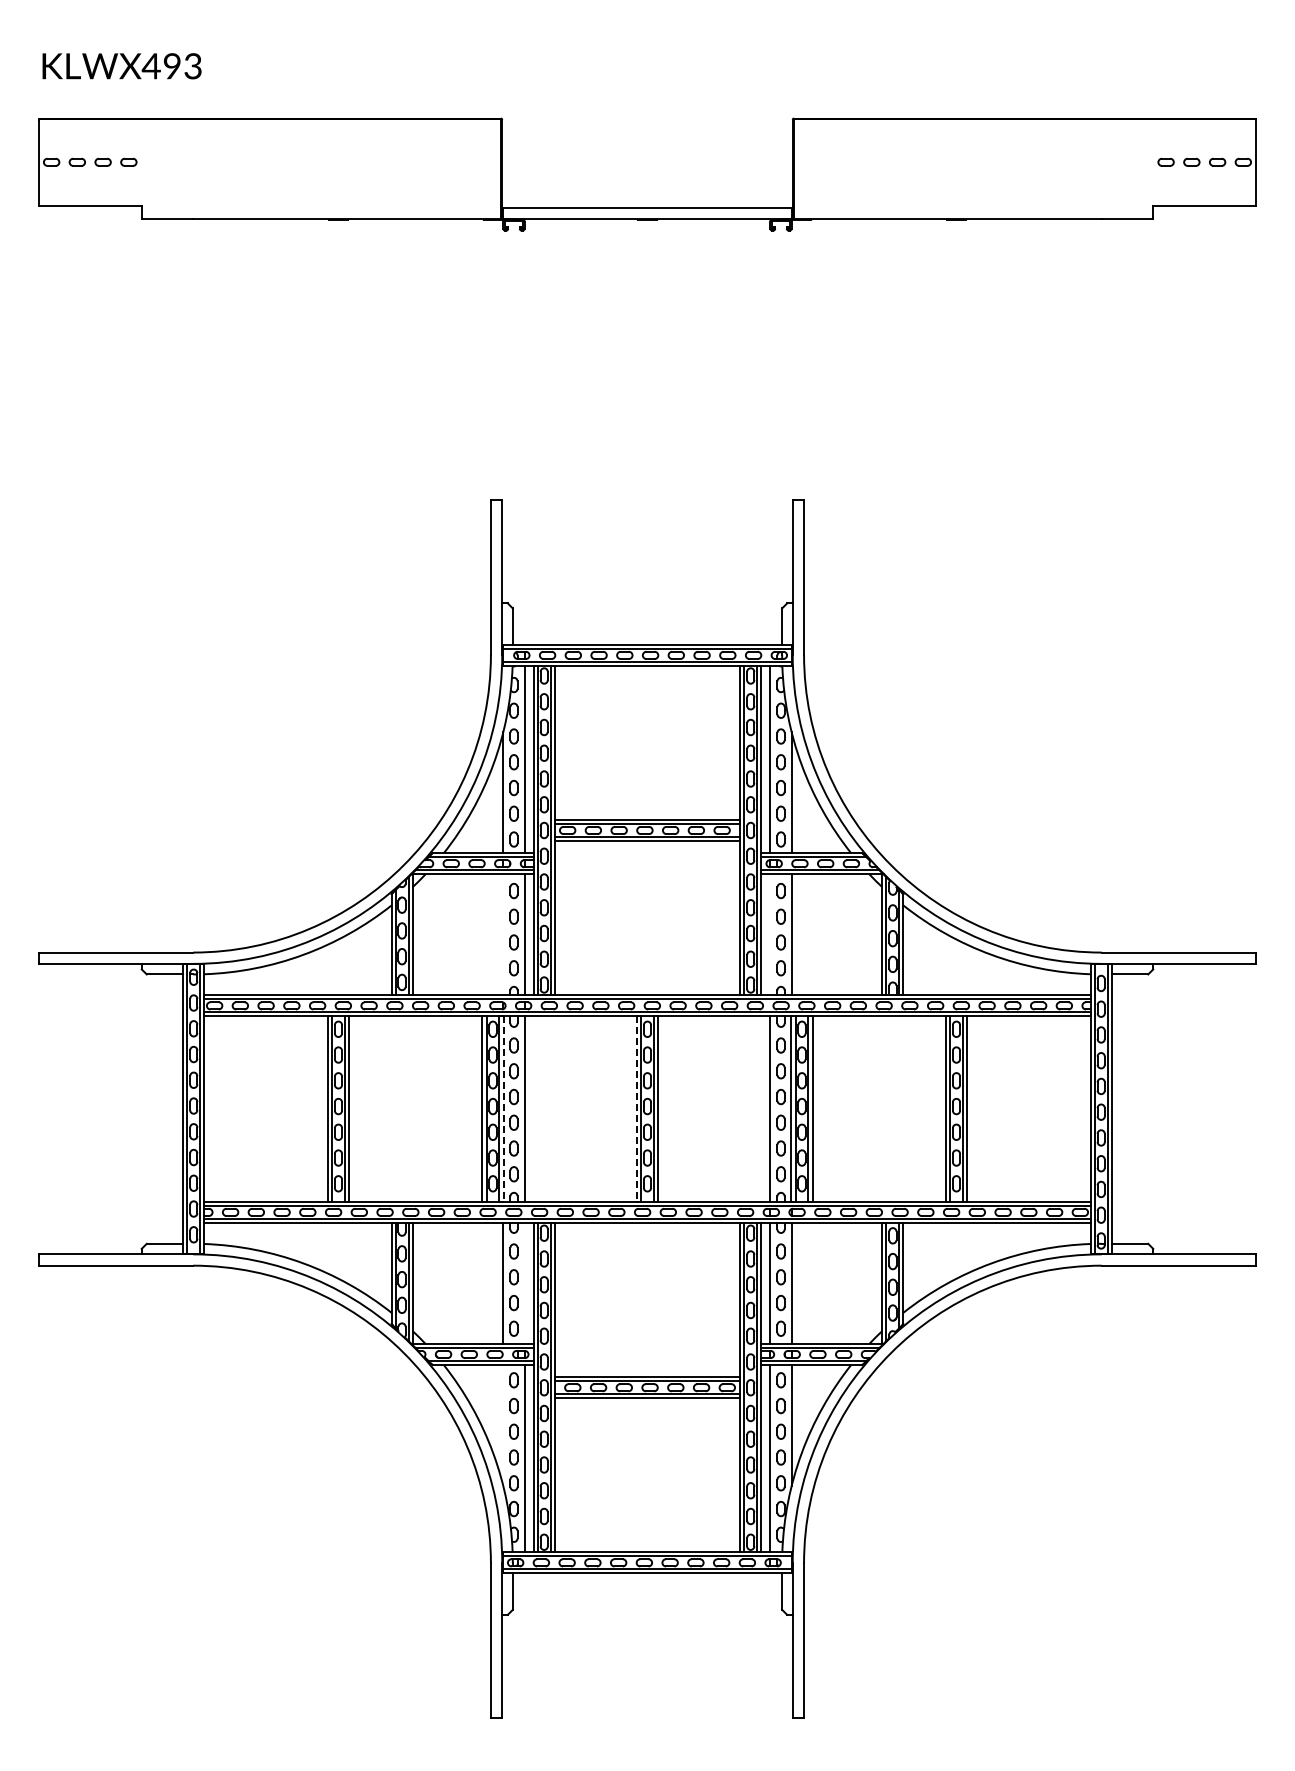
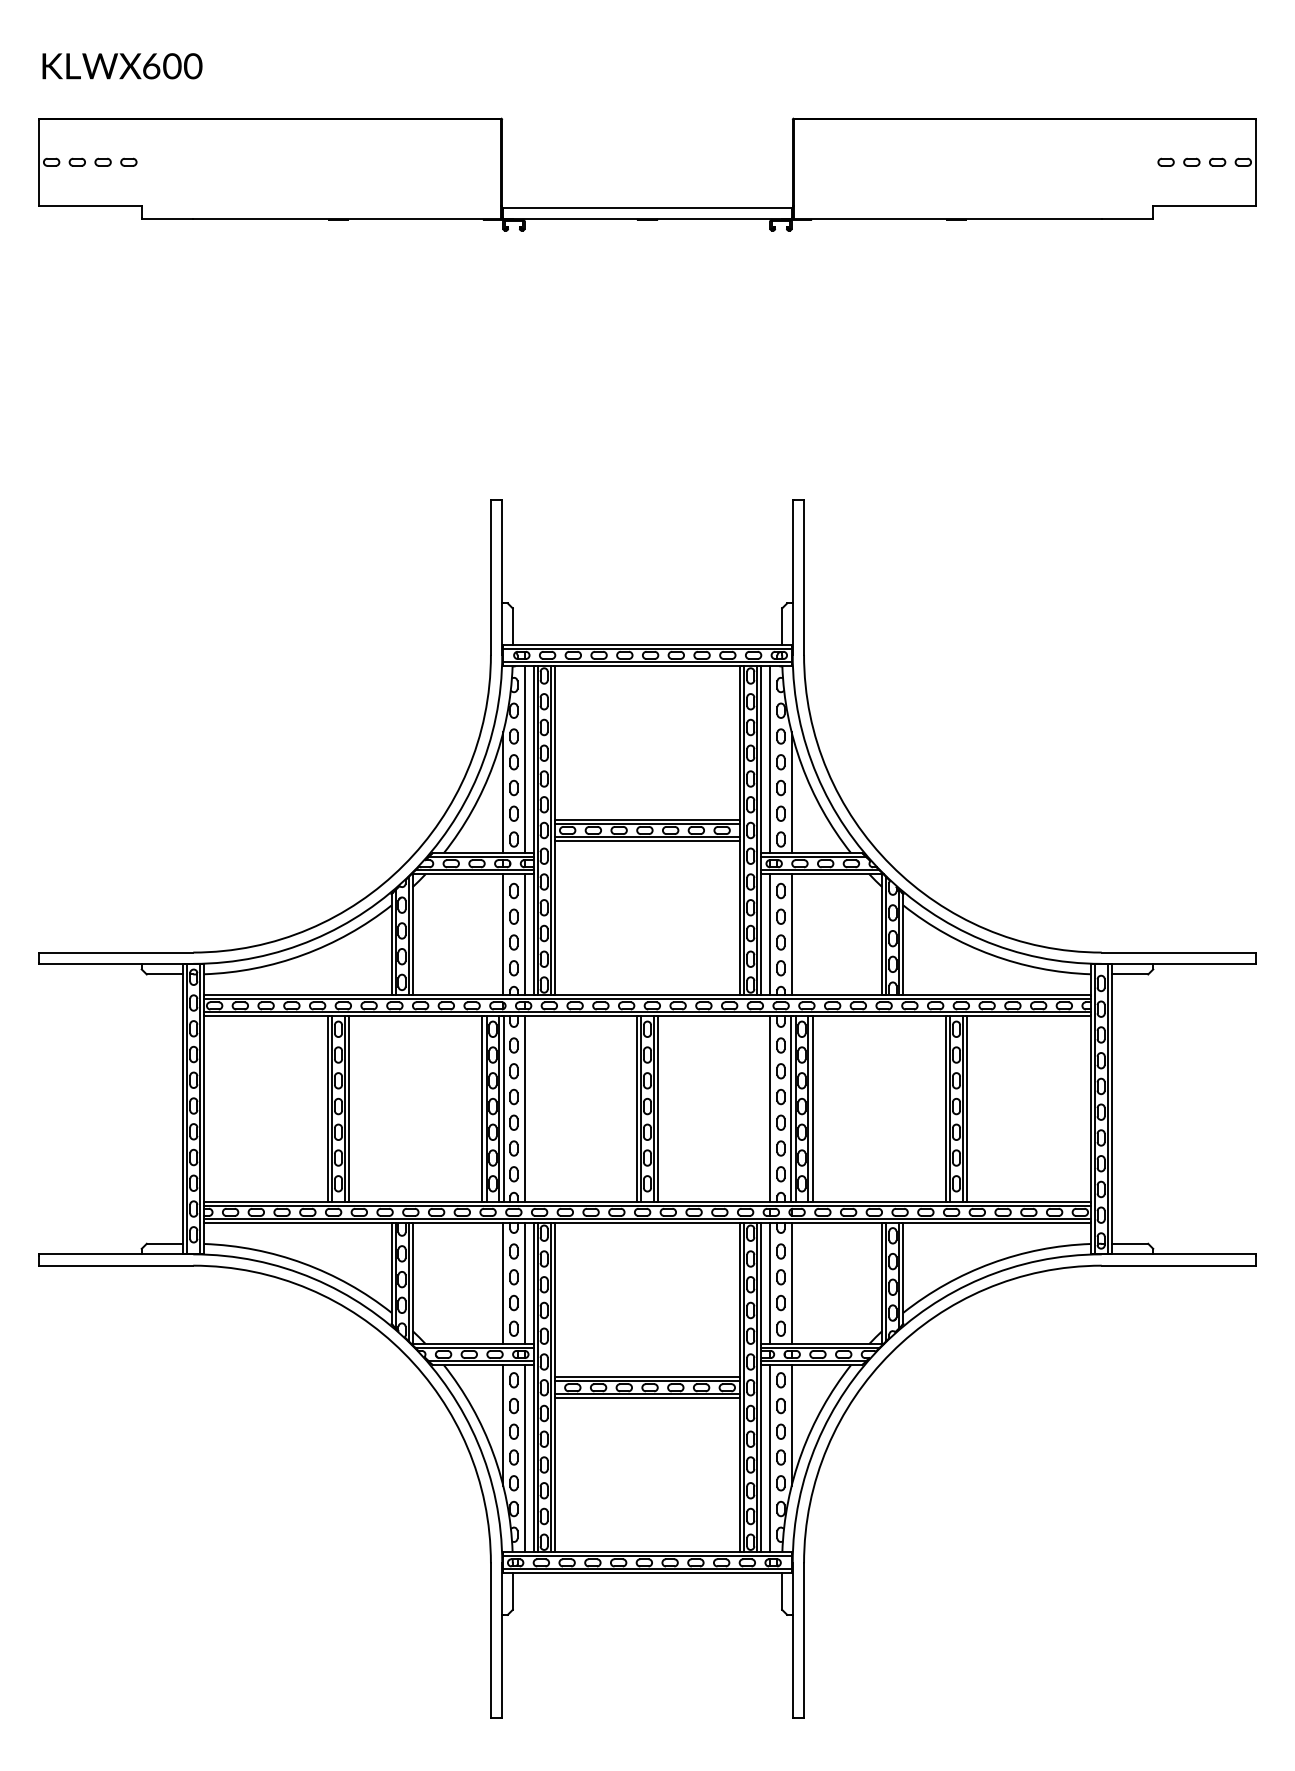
text at (171, 66): 493 -> 600
line at (503, 934): none -> present
line at (770, 934): none -> present
line at (503, 1109): dashed -> solid
line at (636, 1109): dashed -> solid
line at (524, 1282): none -> present
line at (503, 1425): none -> present
